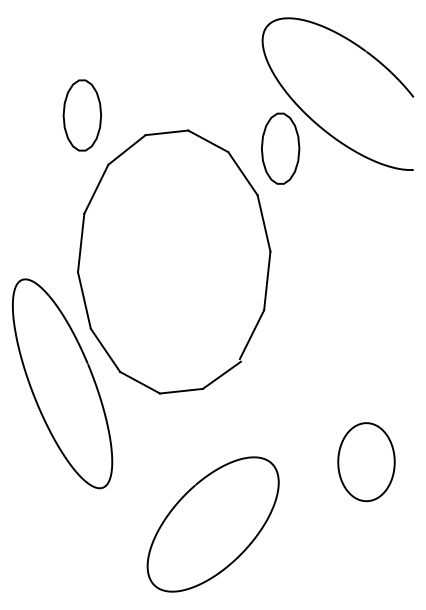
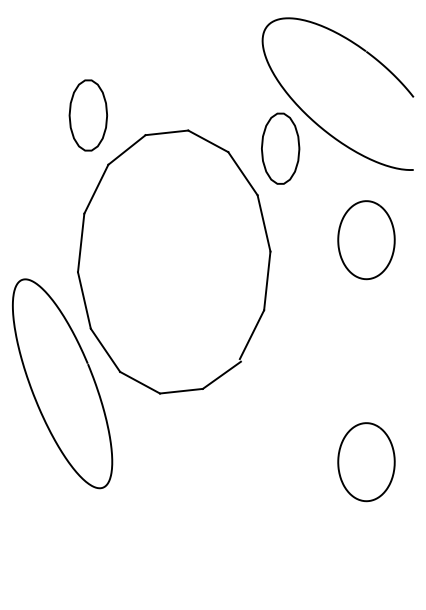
part at (81, 115) position: (81, 115) -> (87, 115)
curve at (339, 240): none -> present
curve at (183, 498): present -> none
